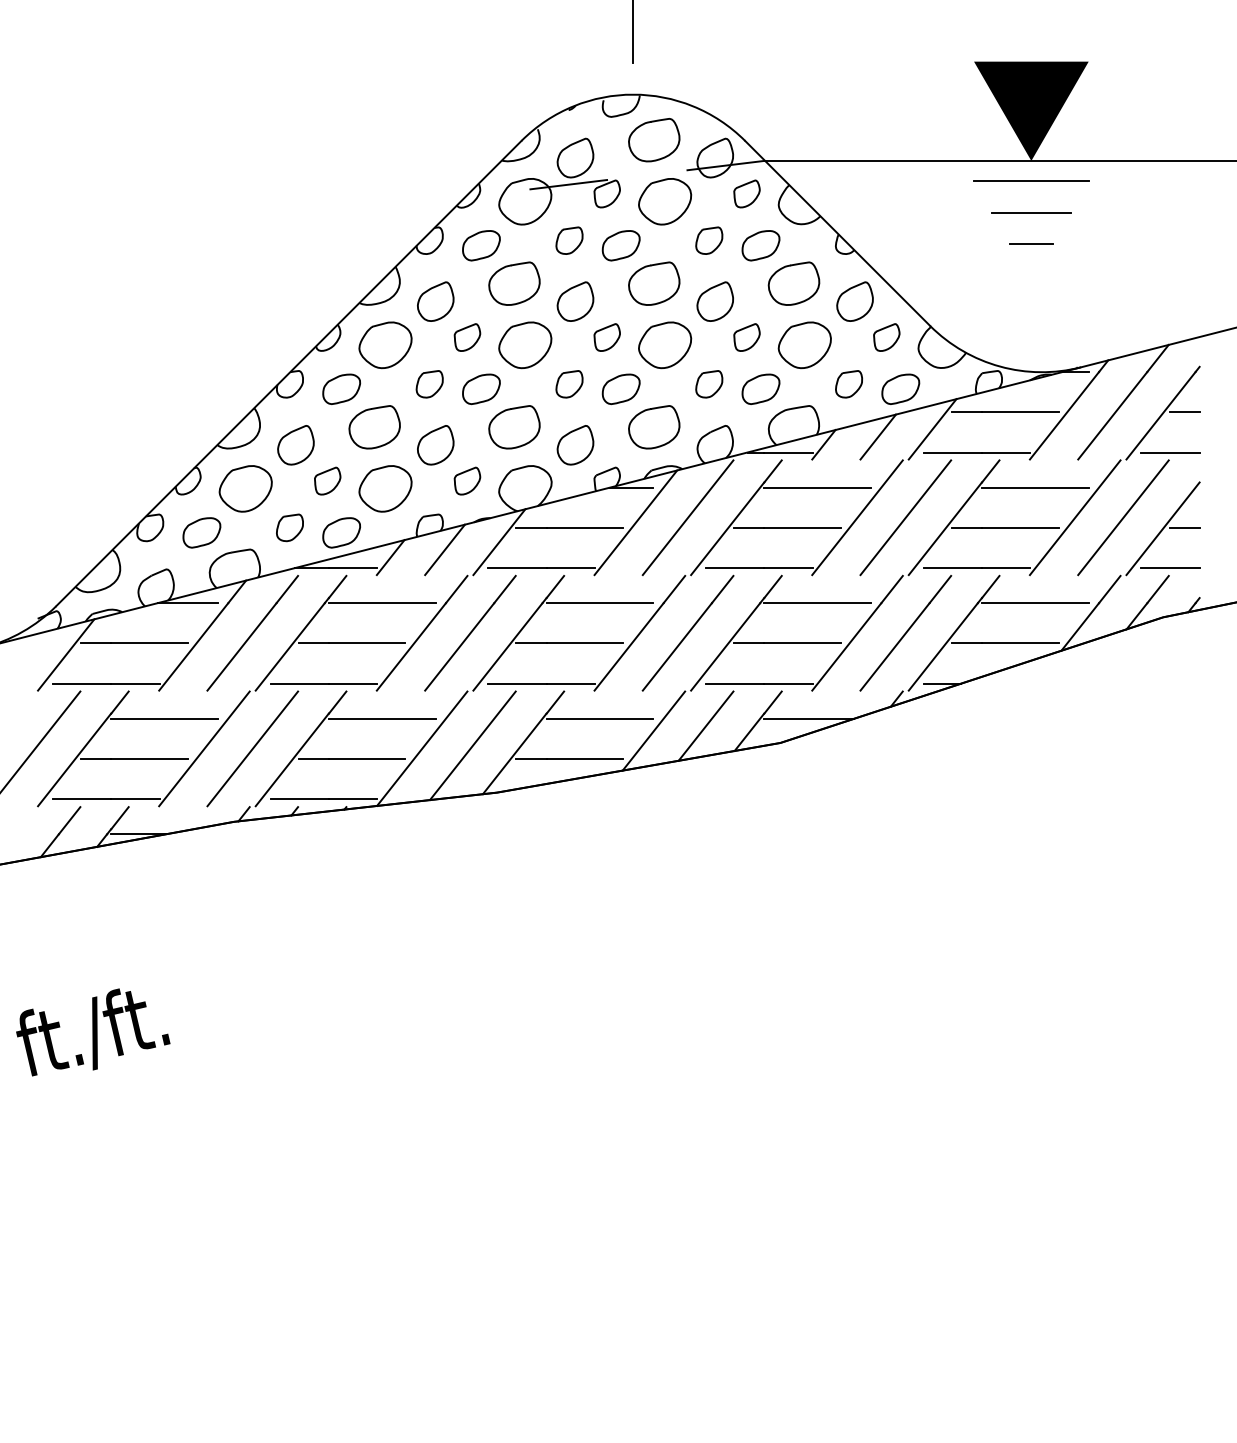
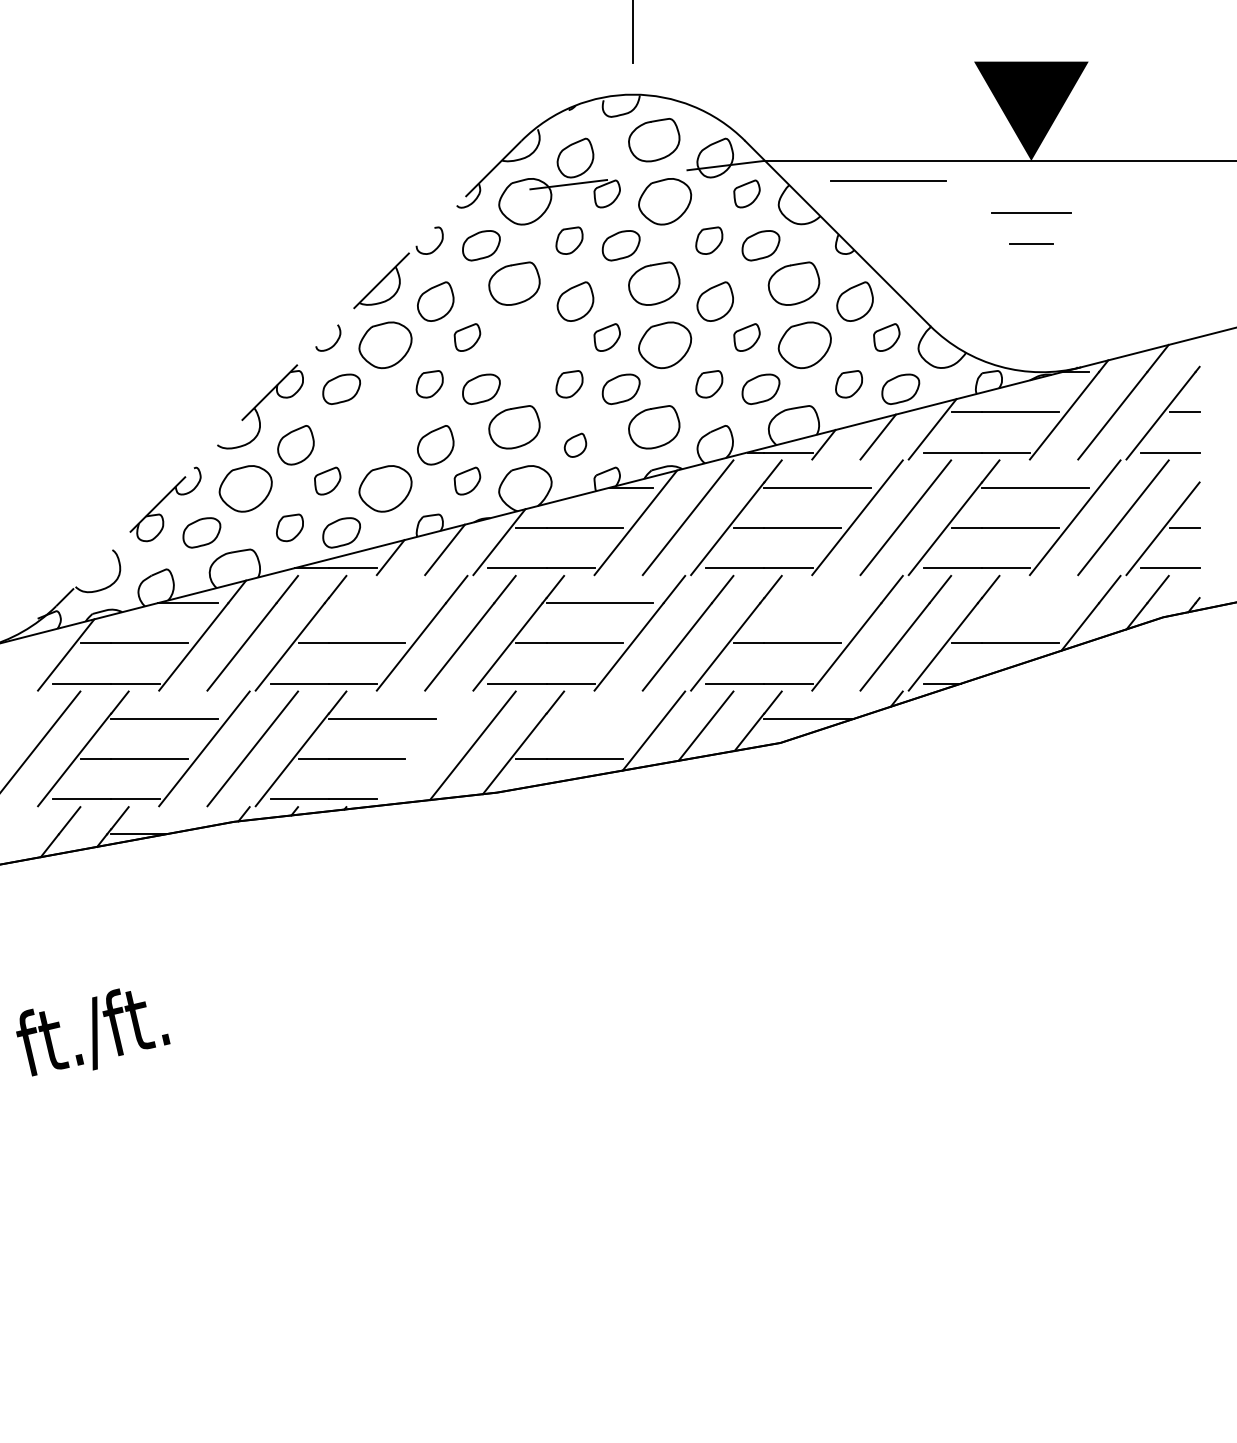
line at (1031, 180) position: (1031, 180) -> (888, 180)
part at (525, 345): present -> none
line at (288, 373): solid -> dashed
curve at (370, 410): present -> none
part at (575, 445) size: 39x41 px -> 25x26 px
line at (381, 603): present -> none
line at (817, 603): present -> none
line at (1035, 603): present -> none
line at (599, 718): present -> none
line at (422, 748): present -> none
